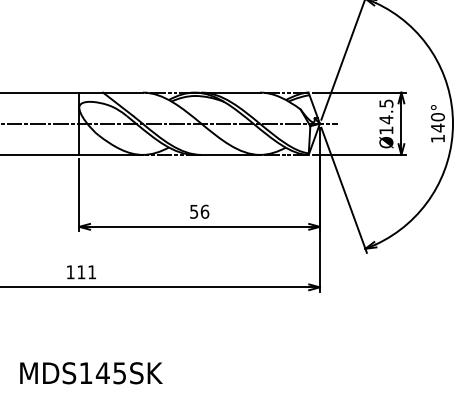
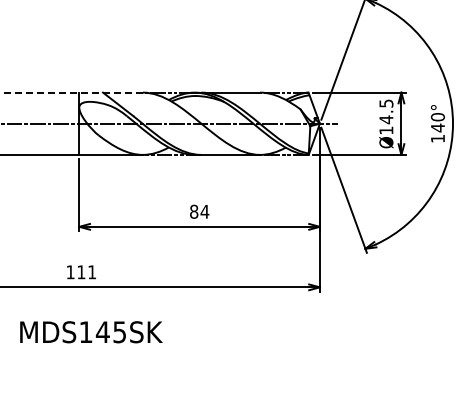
line at (70, 92): solid -> dashed
text at (199, 211): 56 -> 84
text at (91, 373) position: (91, 373) -> (91, 332)
